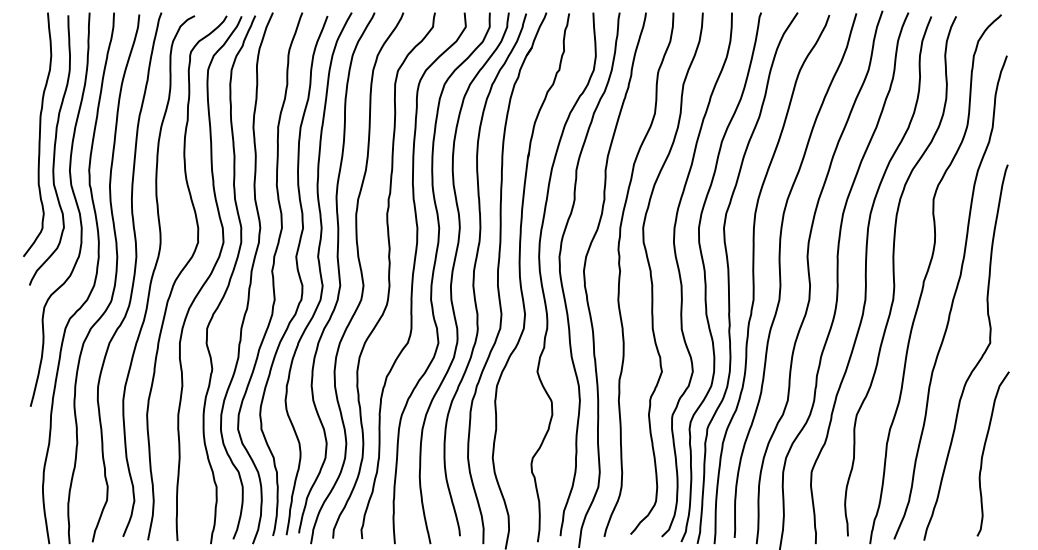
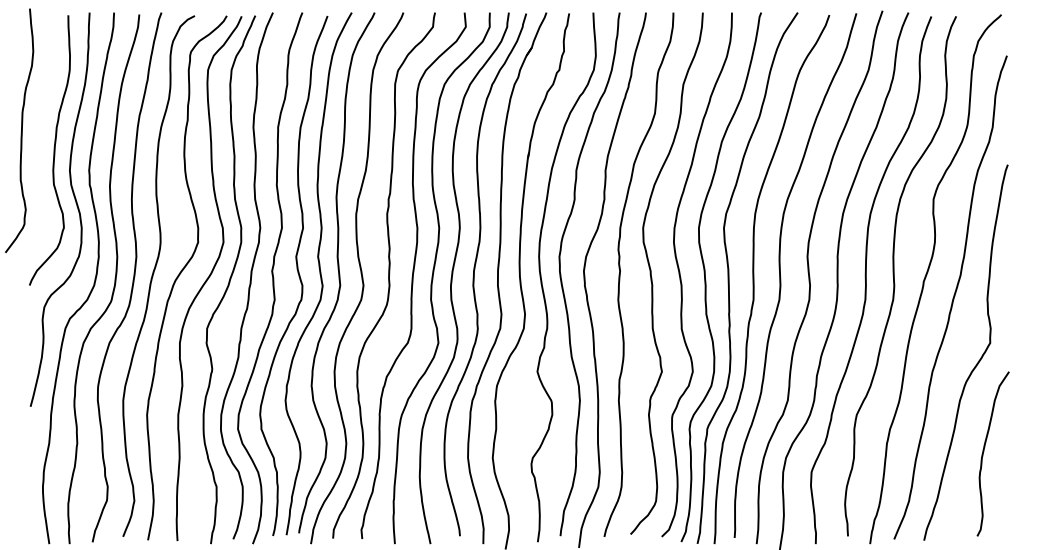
curve at (39, 134) position: (39, 134) -> (21, 130)
